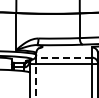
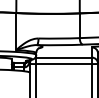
line at (63, 57): dashed -> solid
line at (36, 80): dashed -> solid
